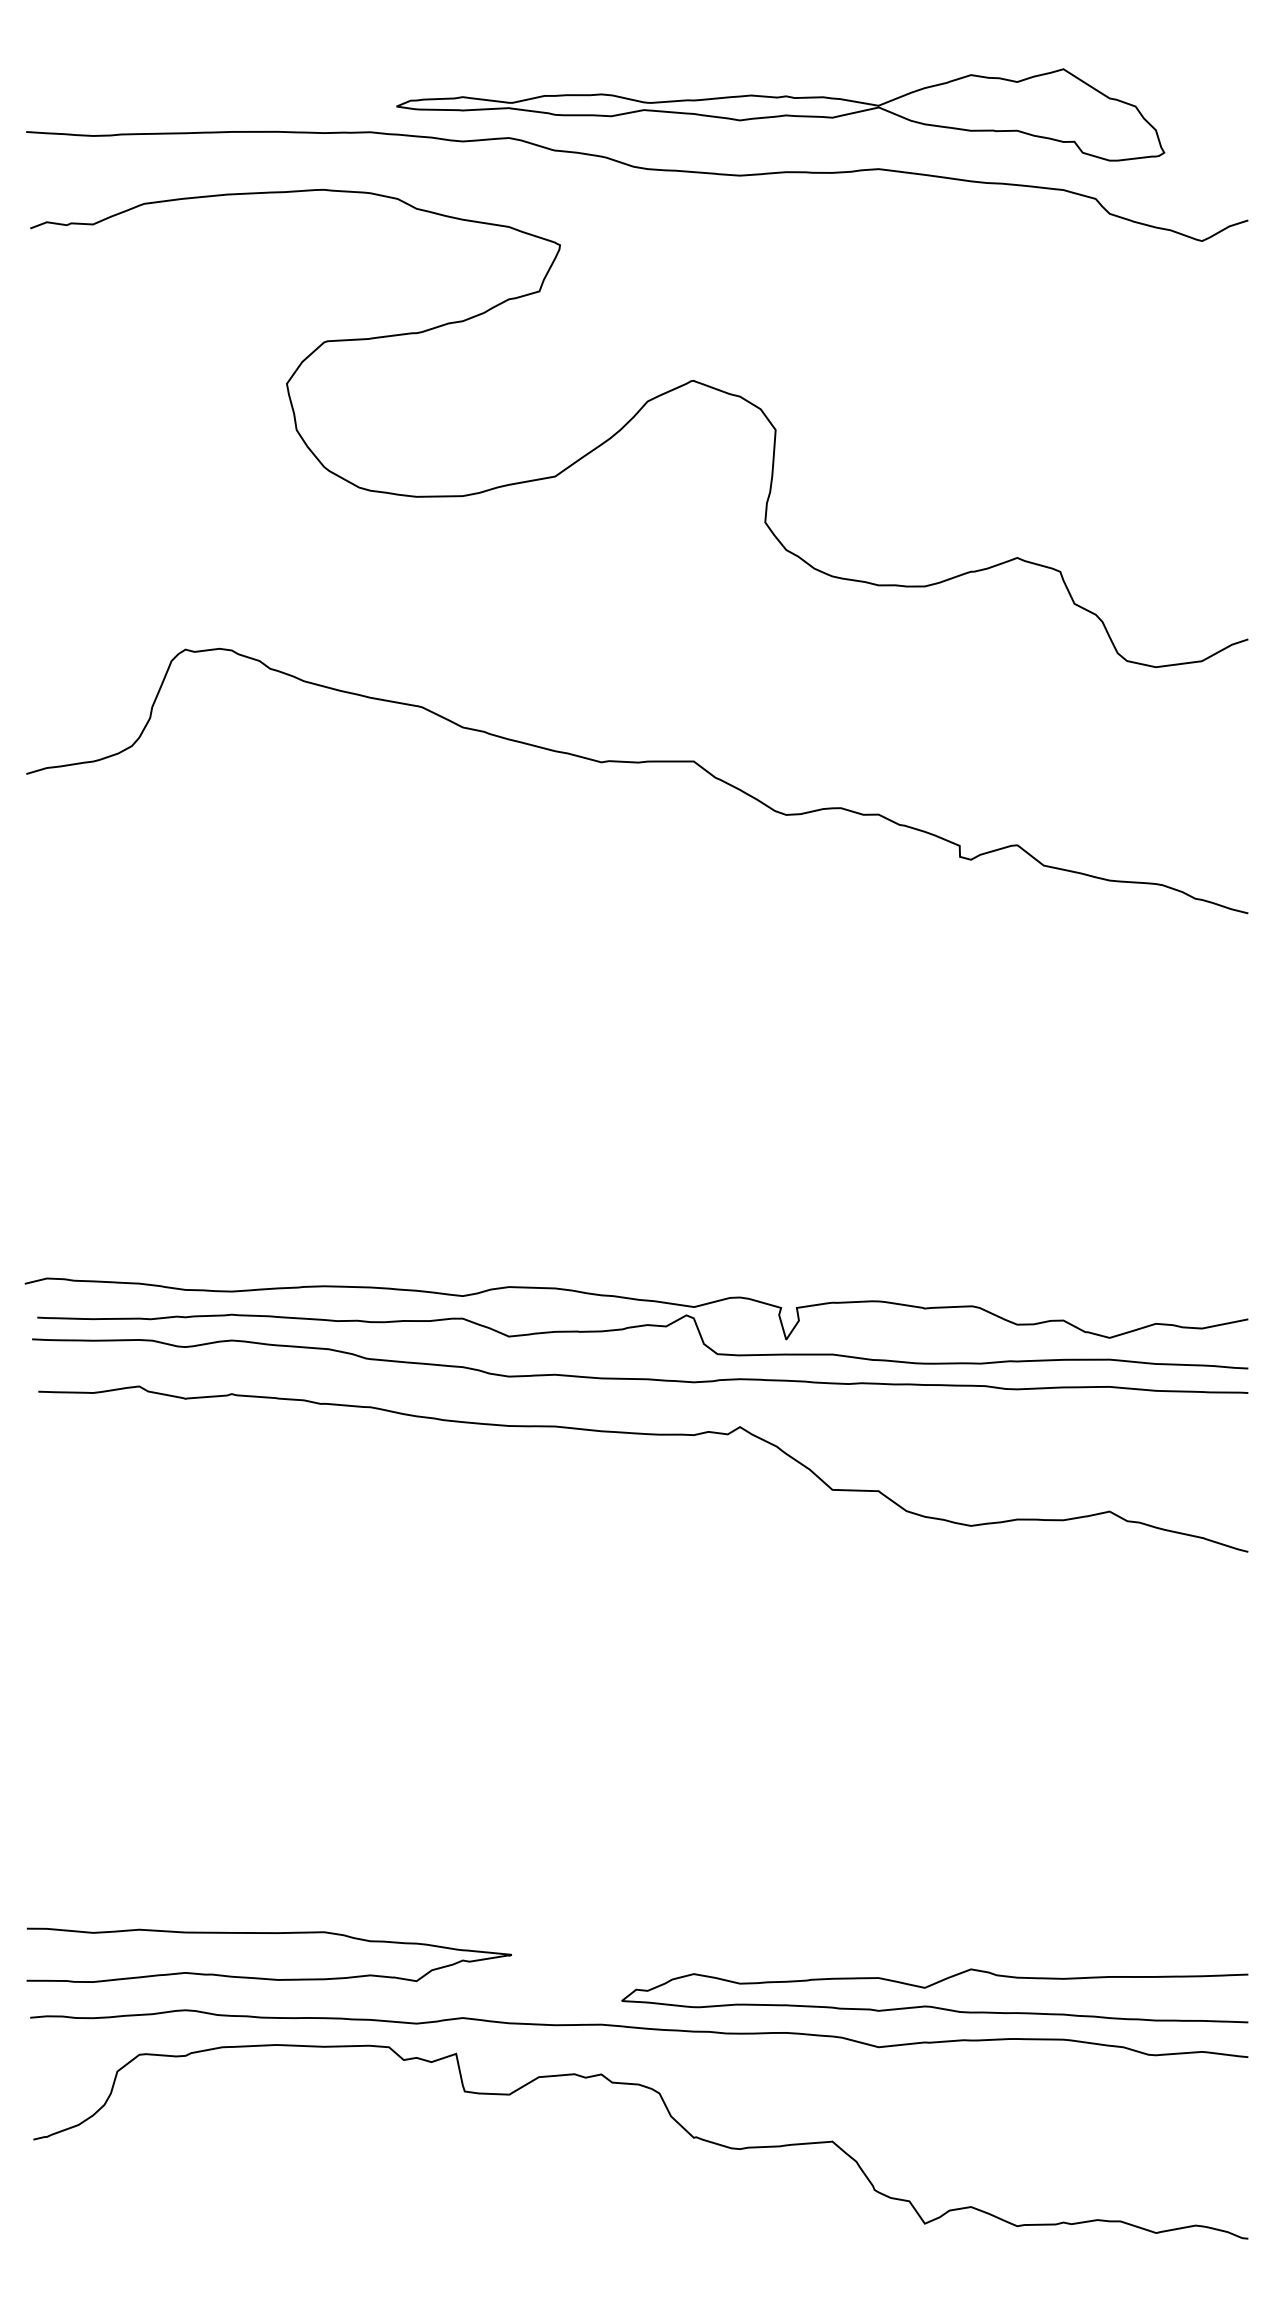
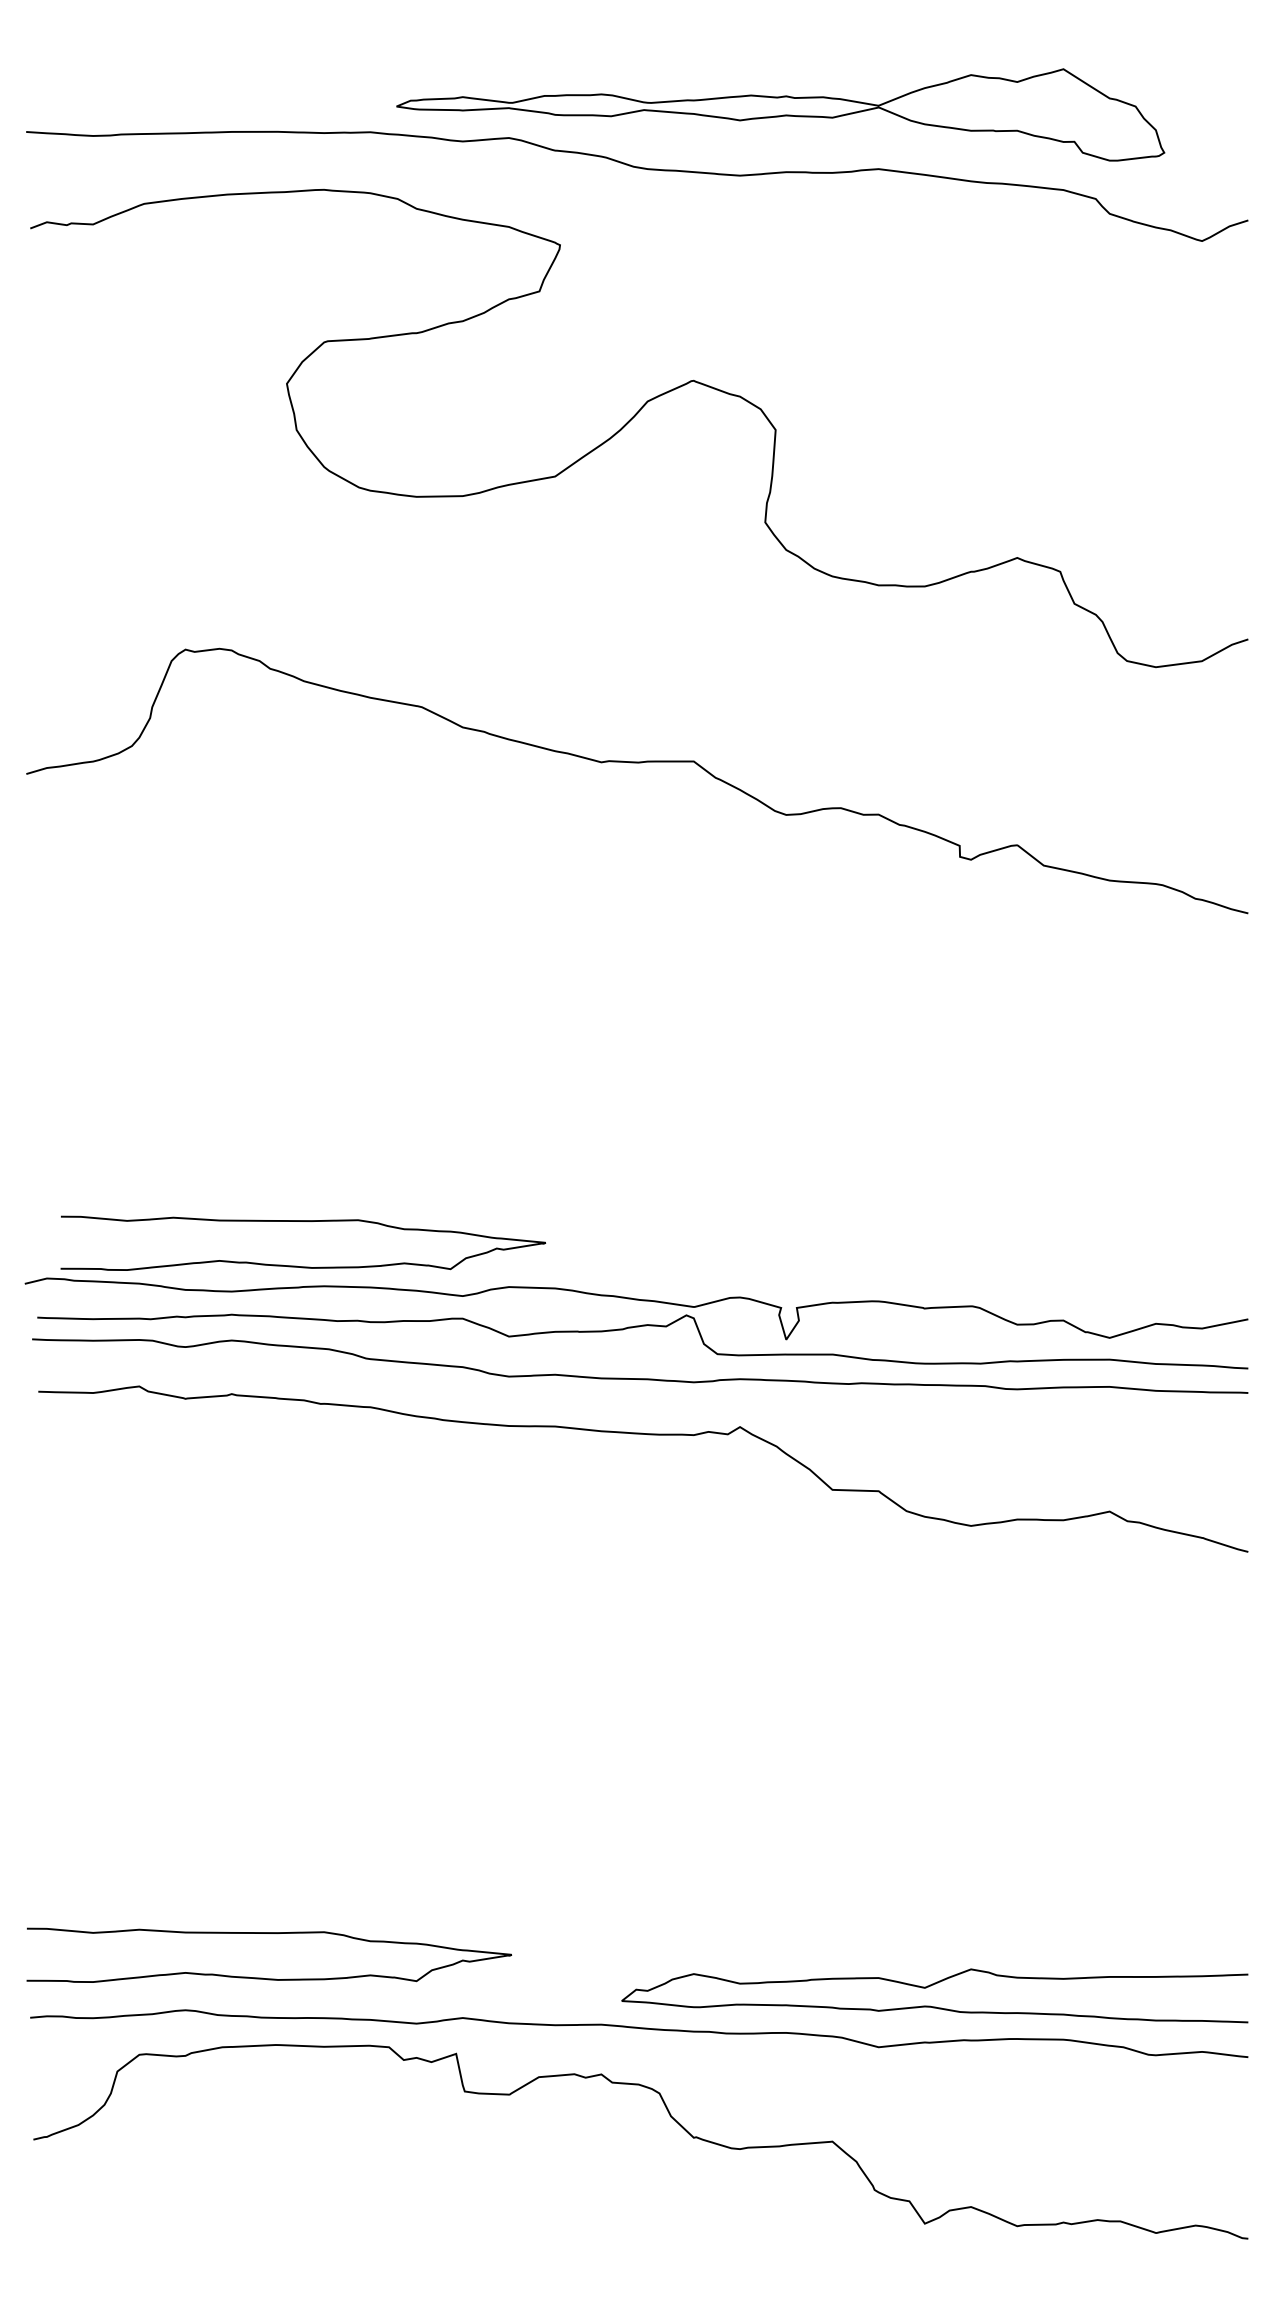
curve at (303, 1221): none -> present
